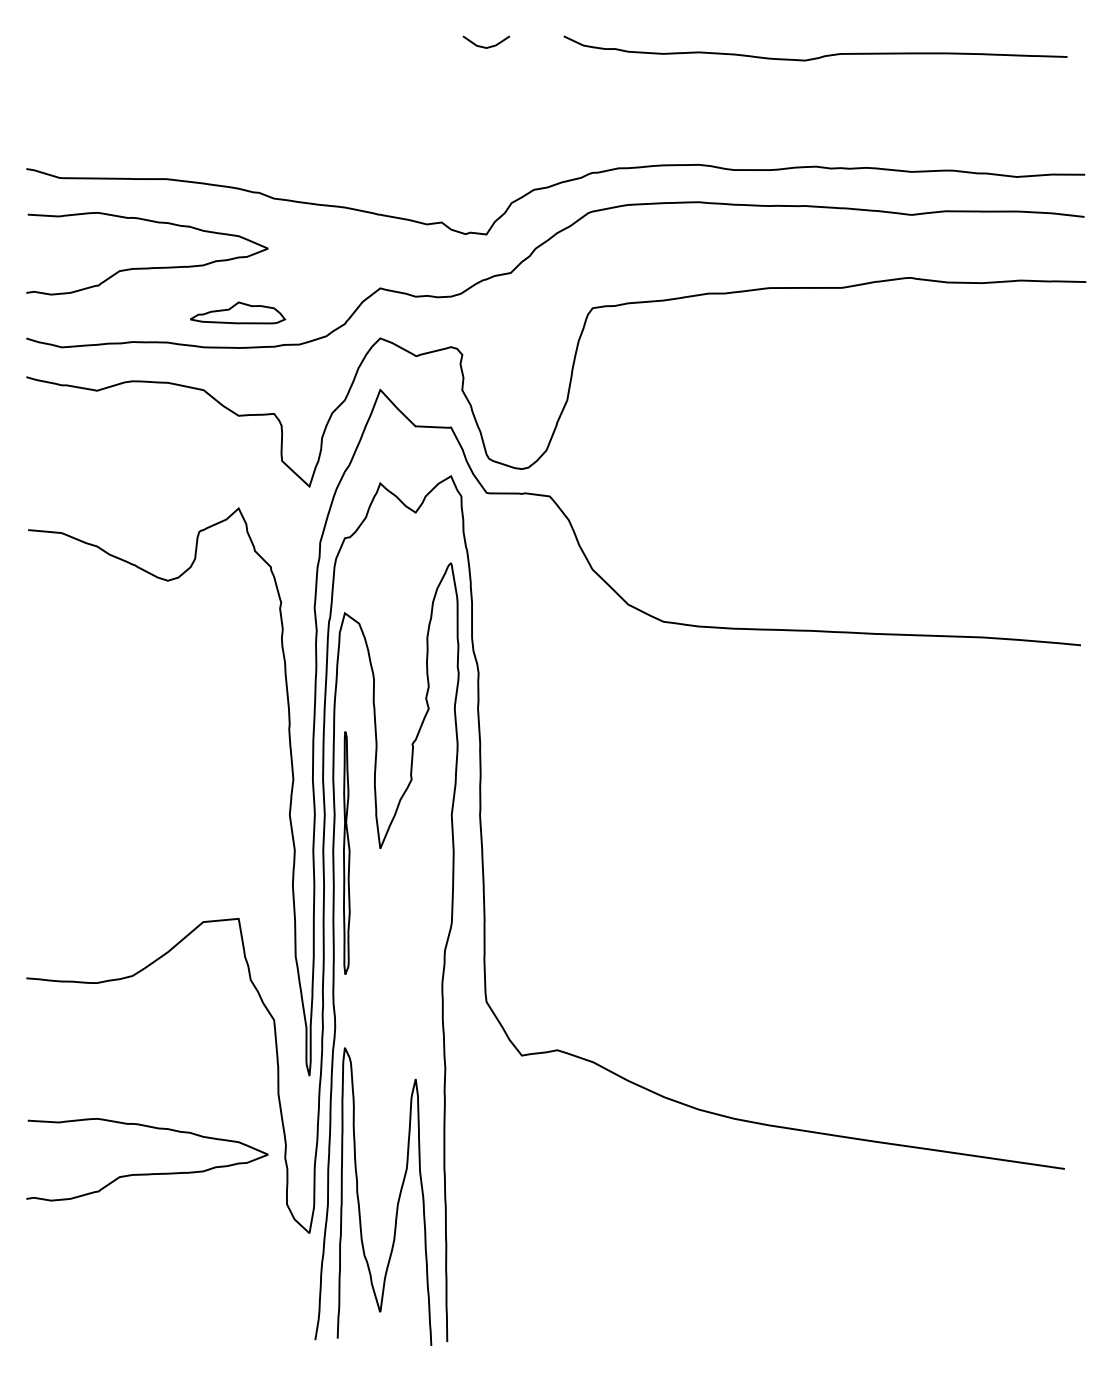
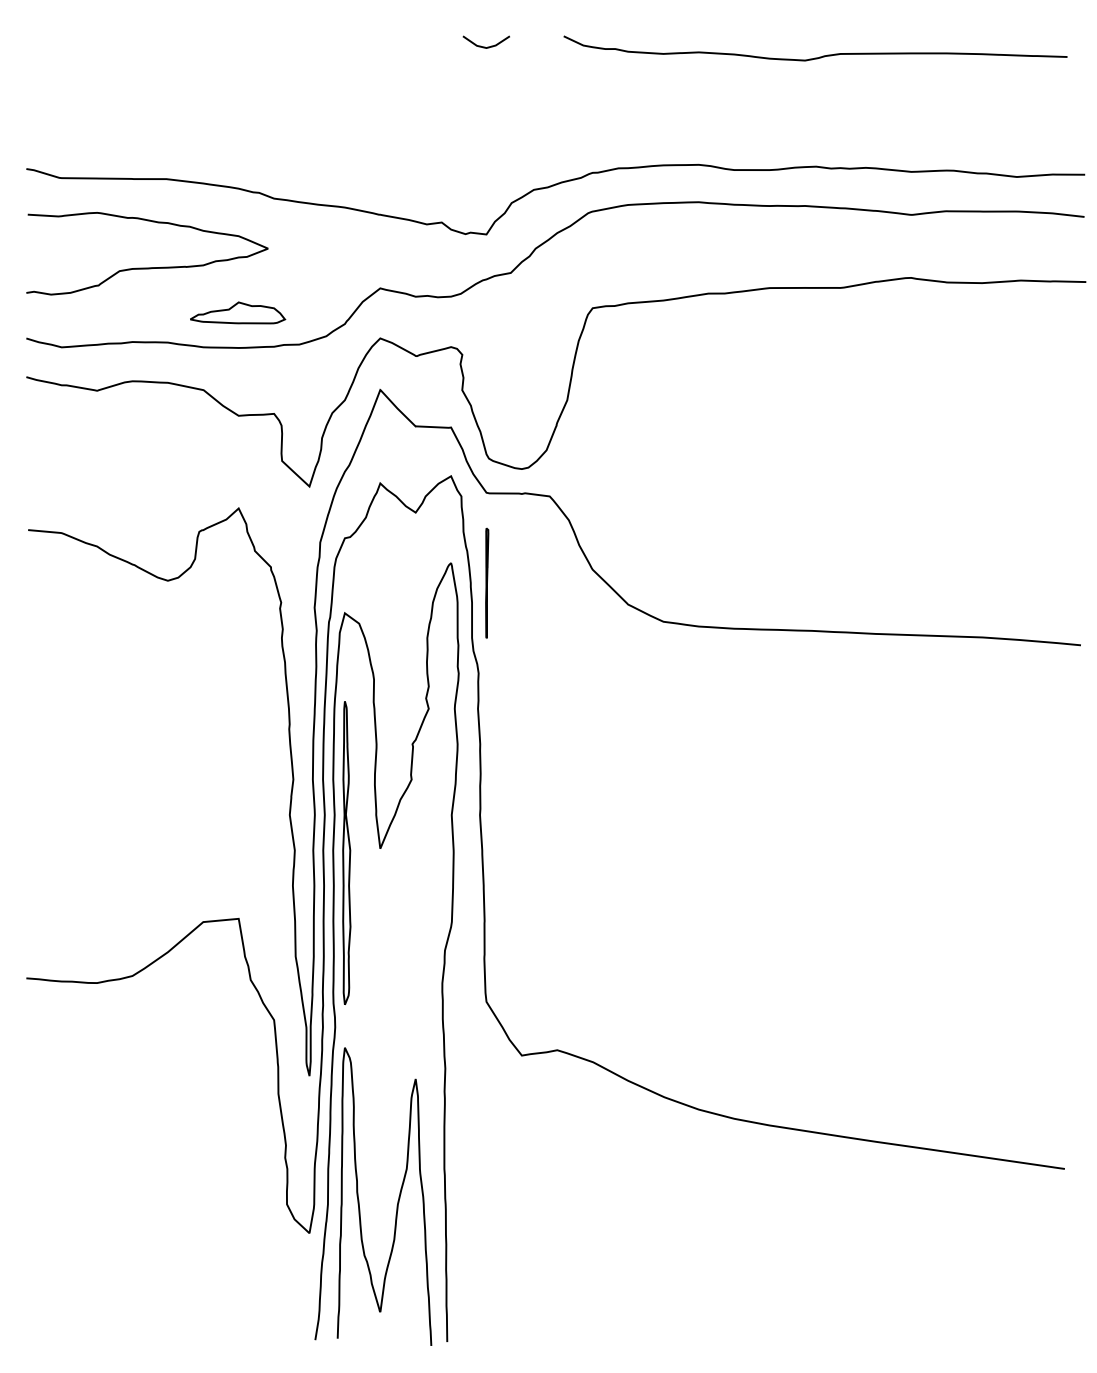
line at (487, 582): none -> present
part at (346, 852) size: 8x244 px -> 10x304 px
curve at (147, 1173): present -> none
